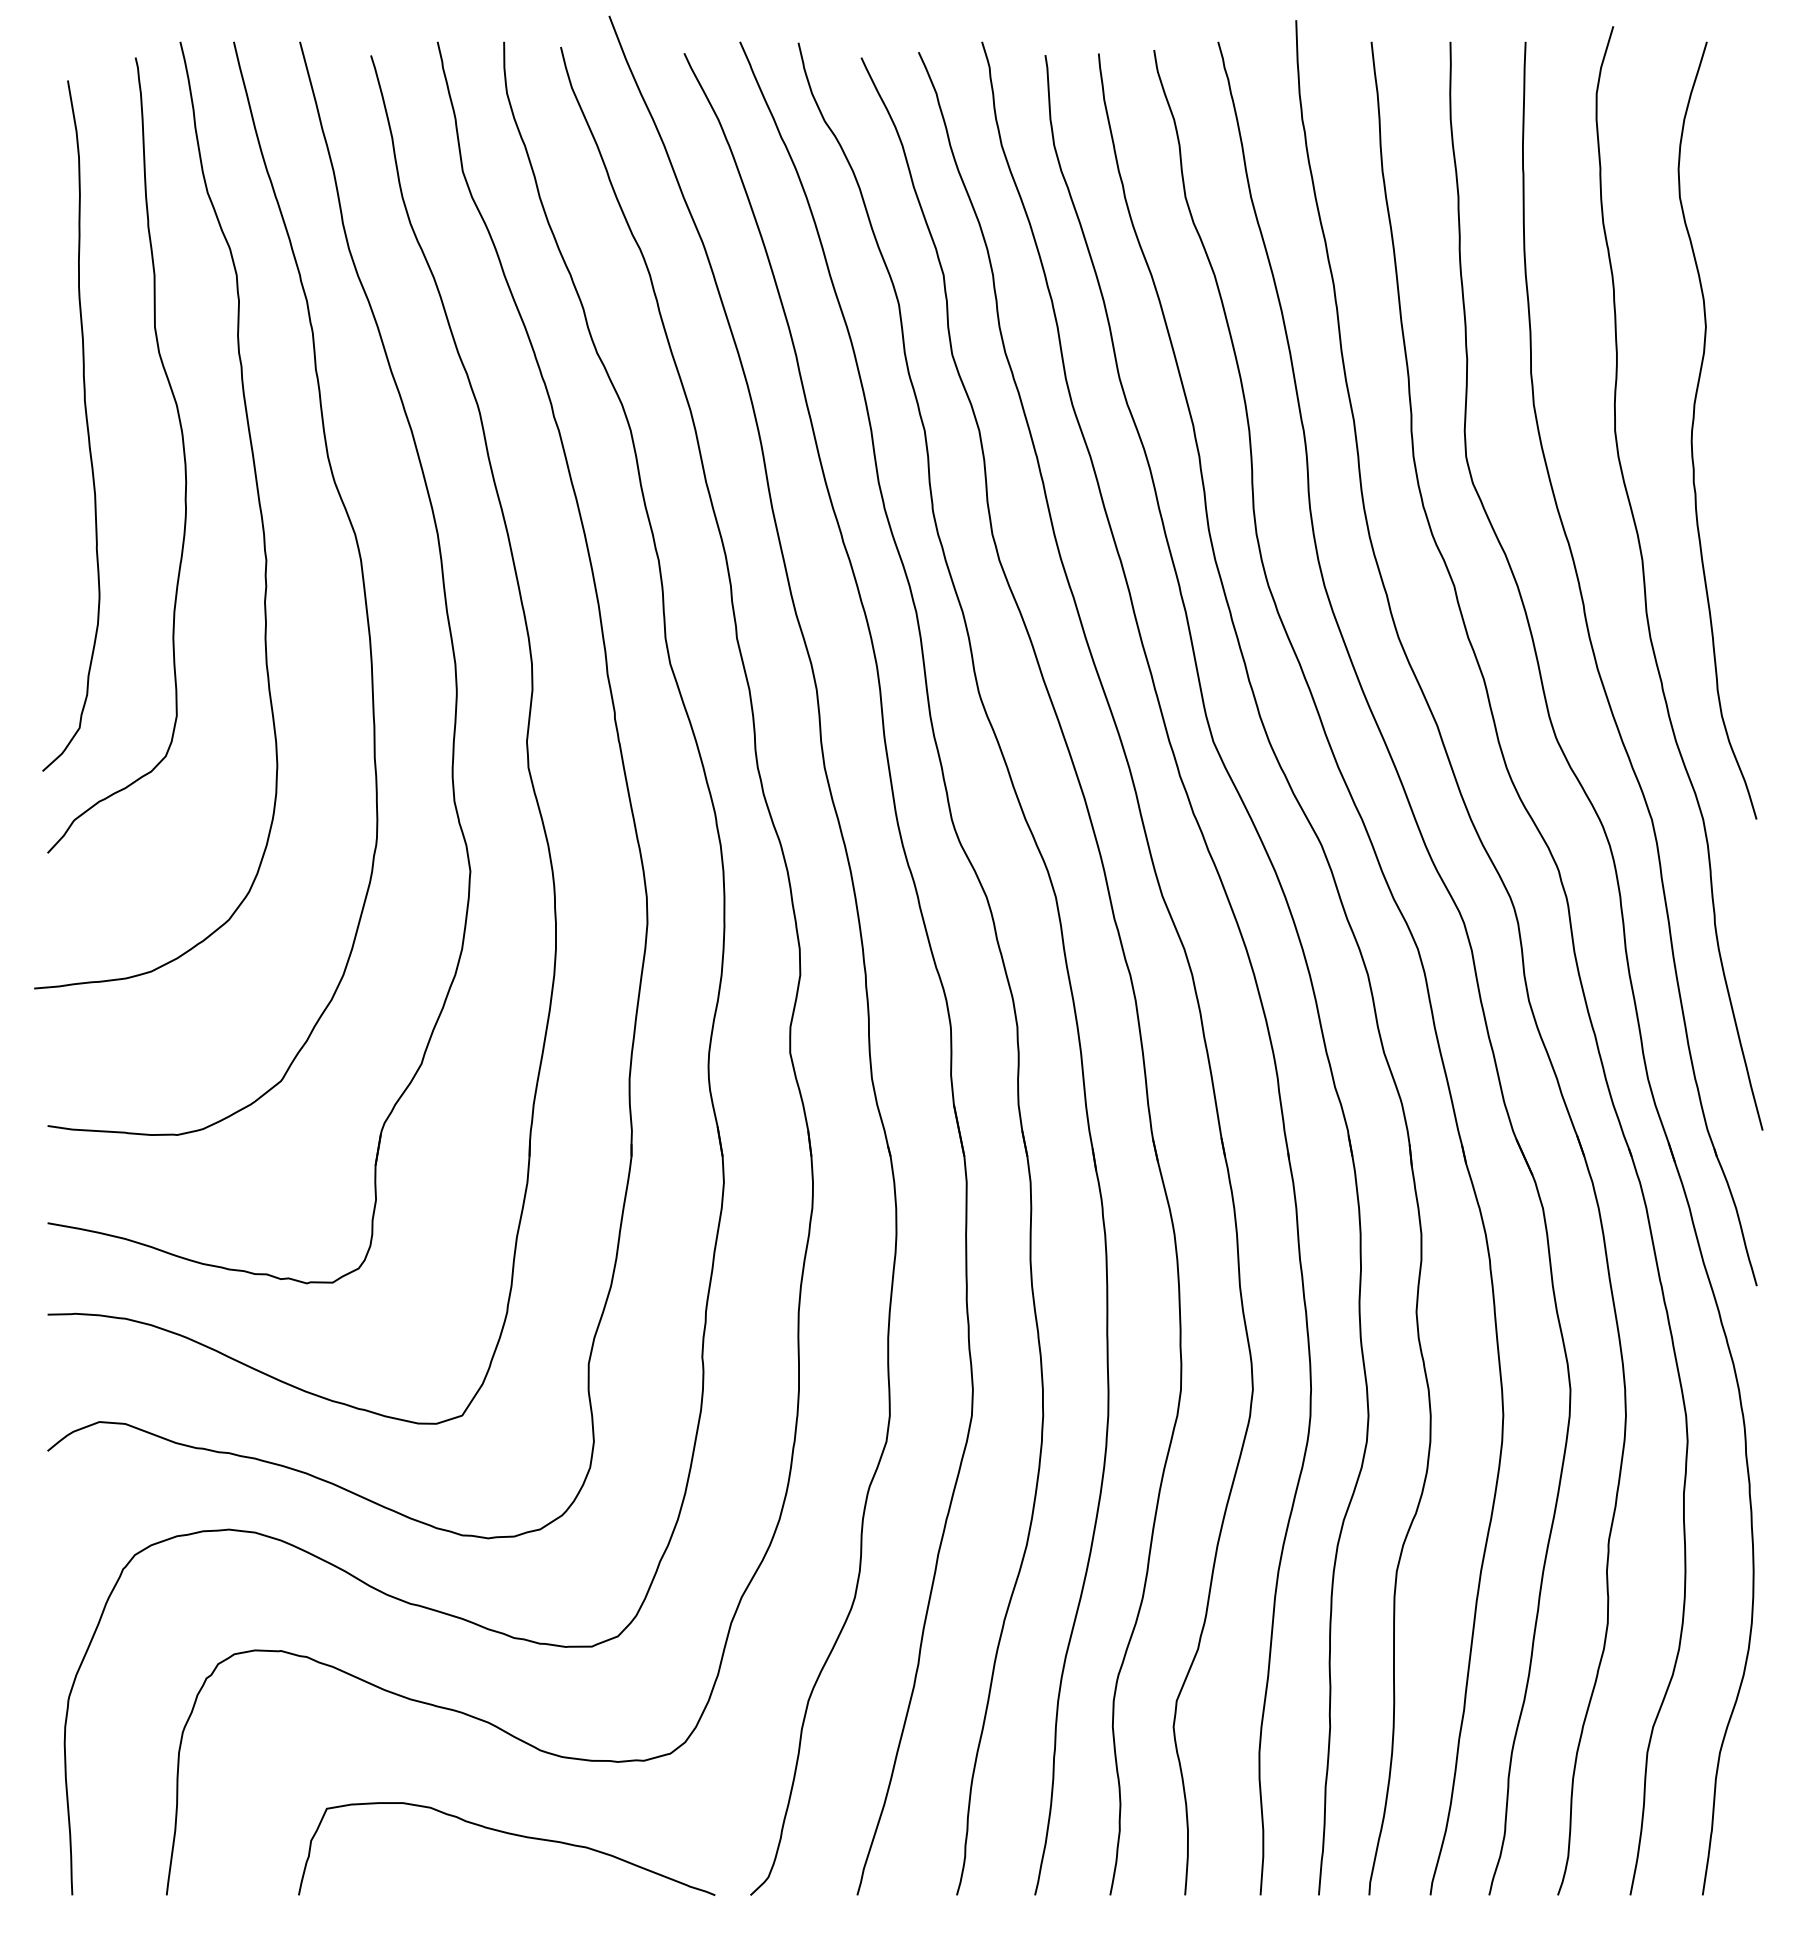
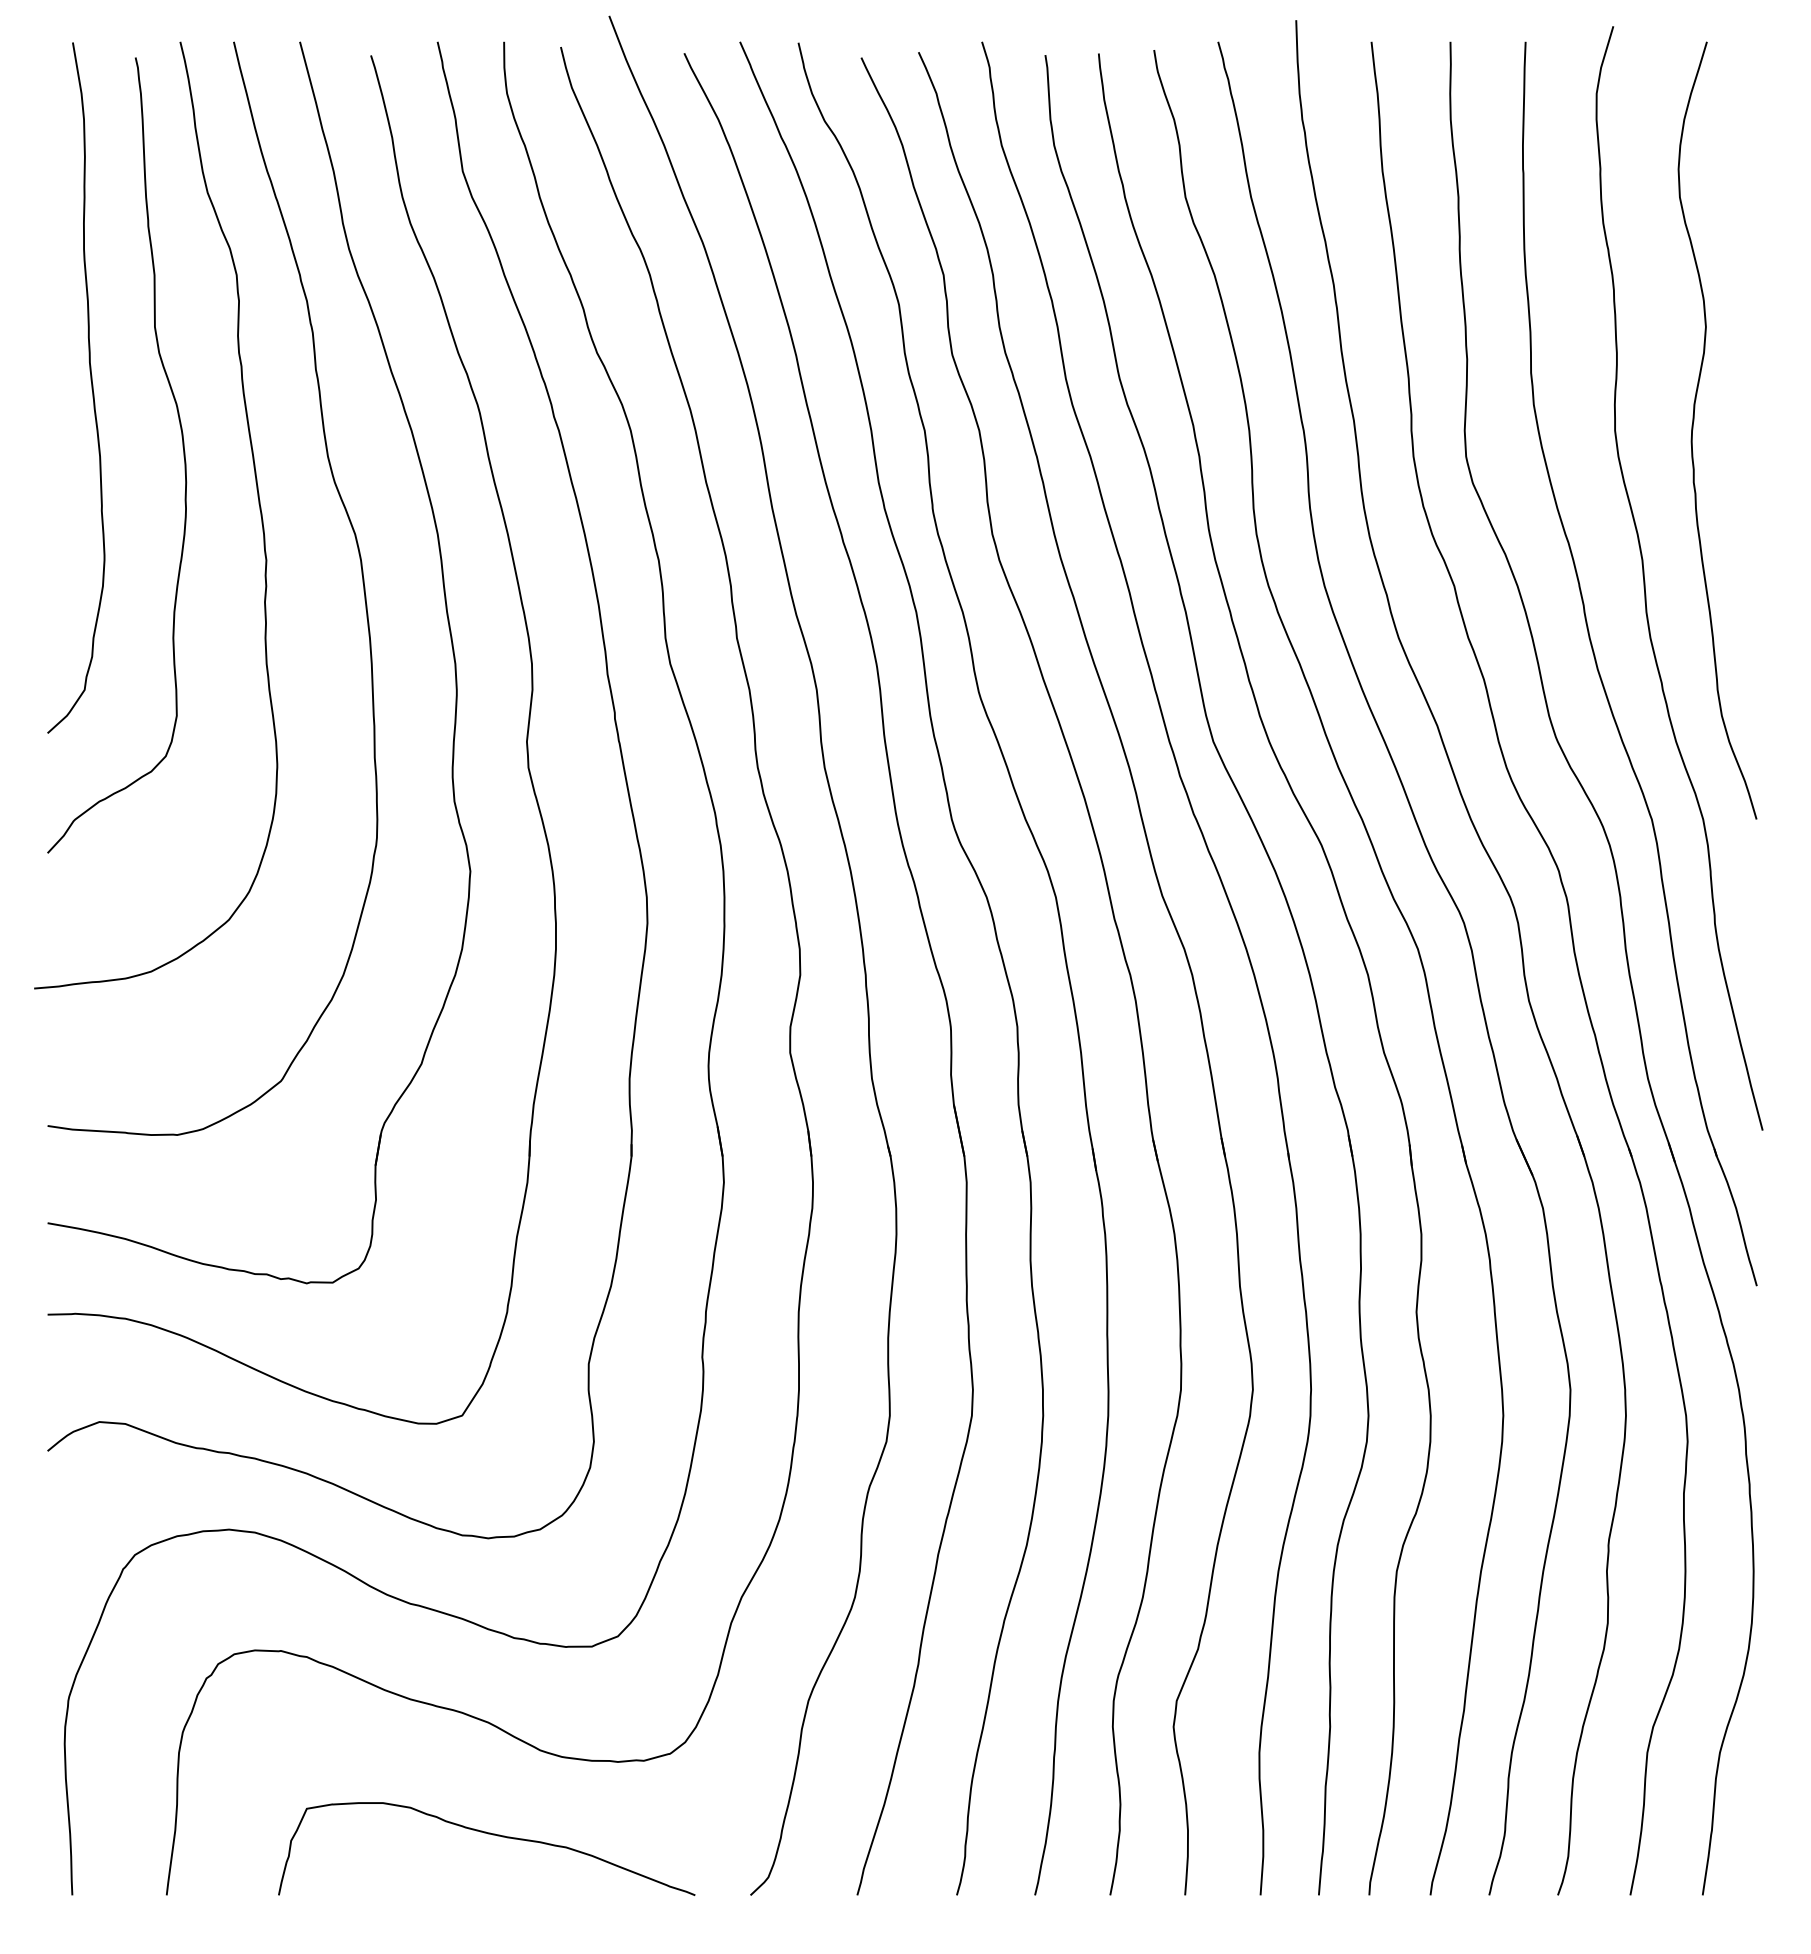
curve at (86, 425) position: (86, 425) -> (91, 387)
curve at (508, 1834) position: (508, 1834) -> (488, 1834)
